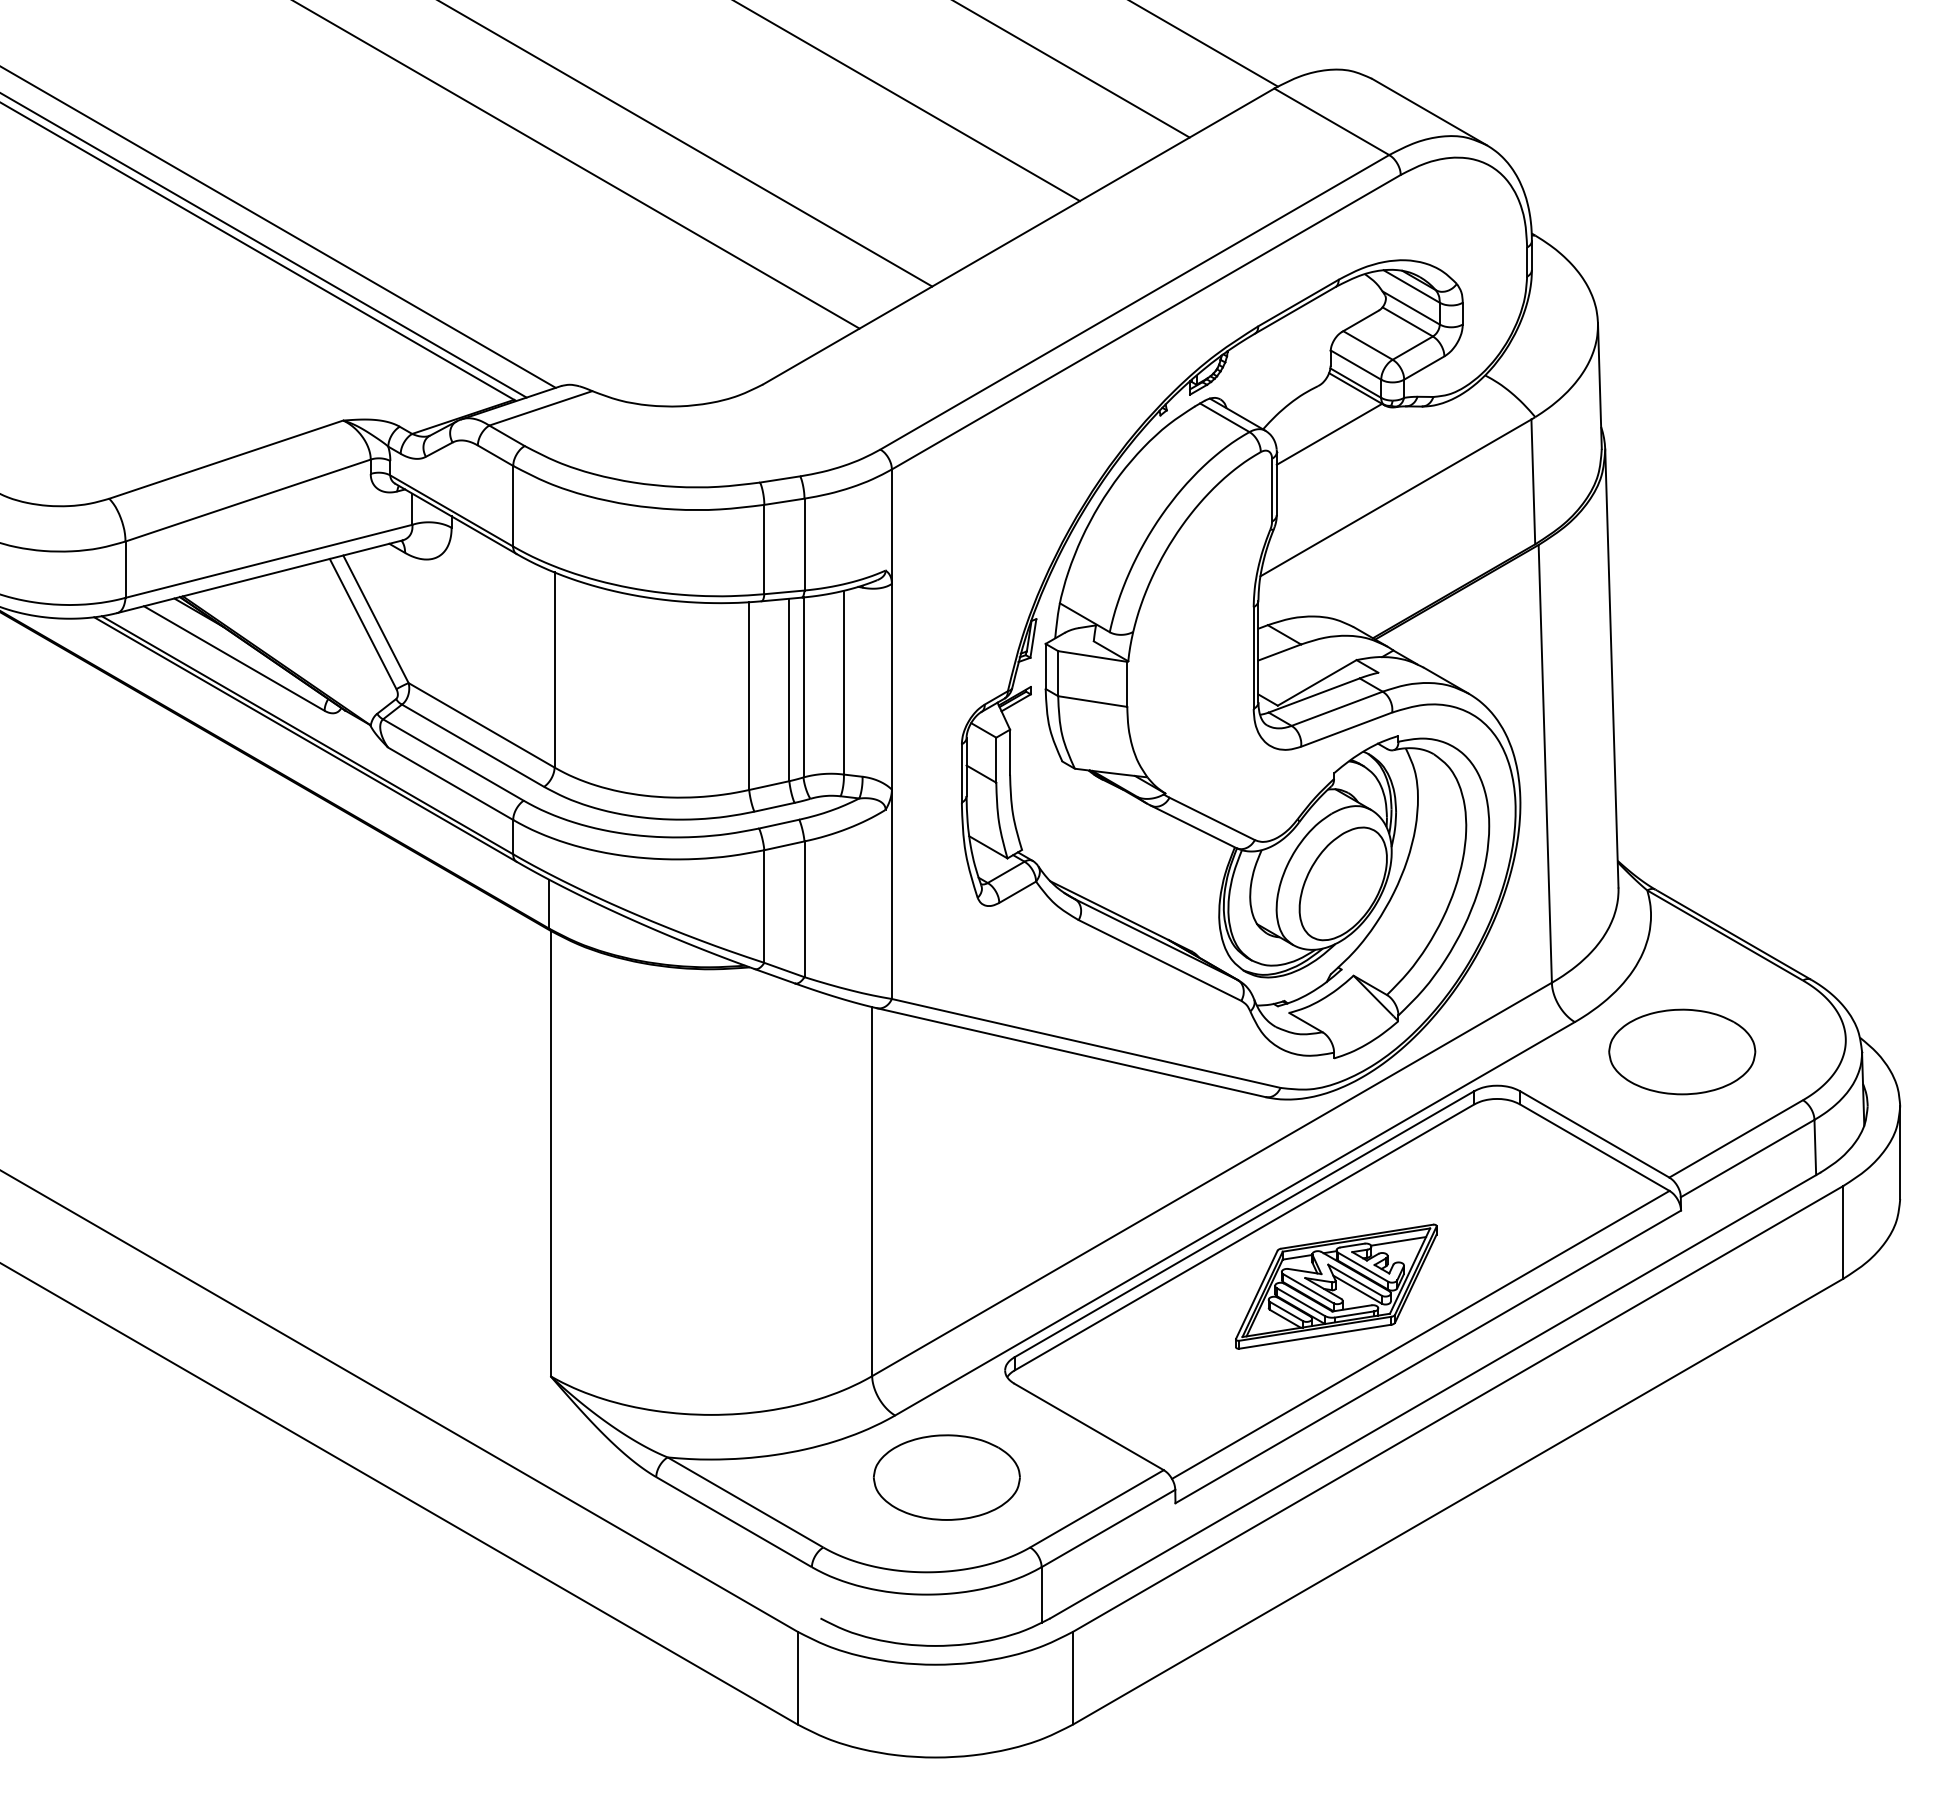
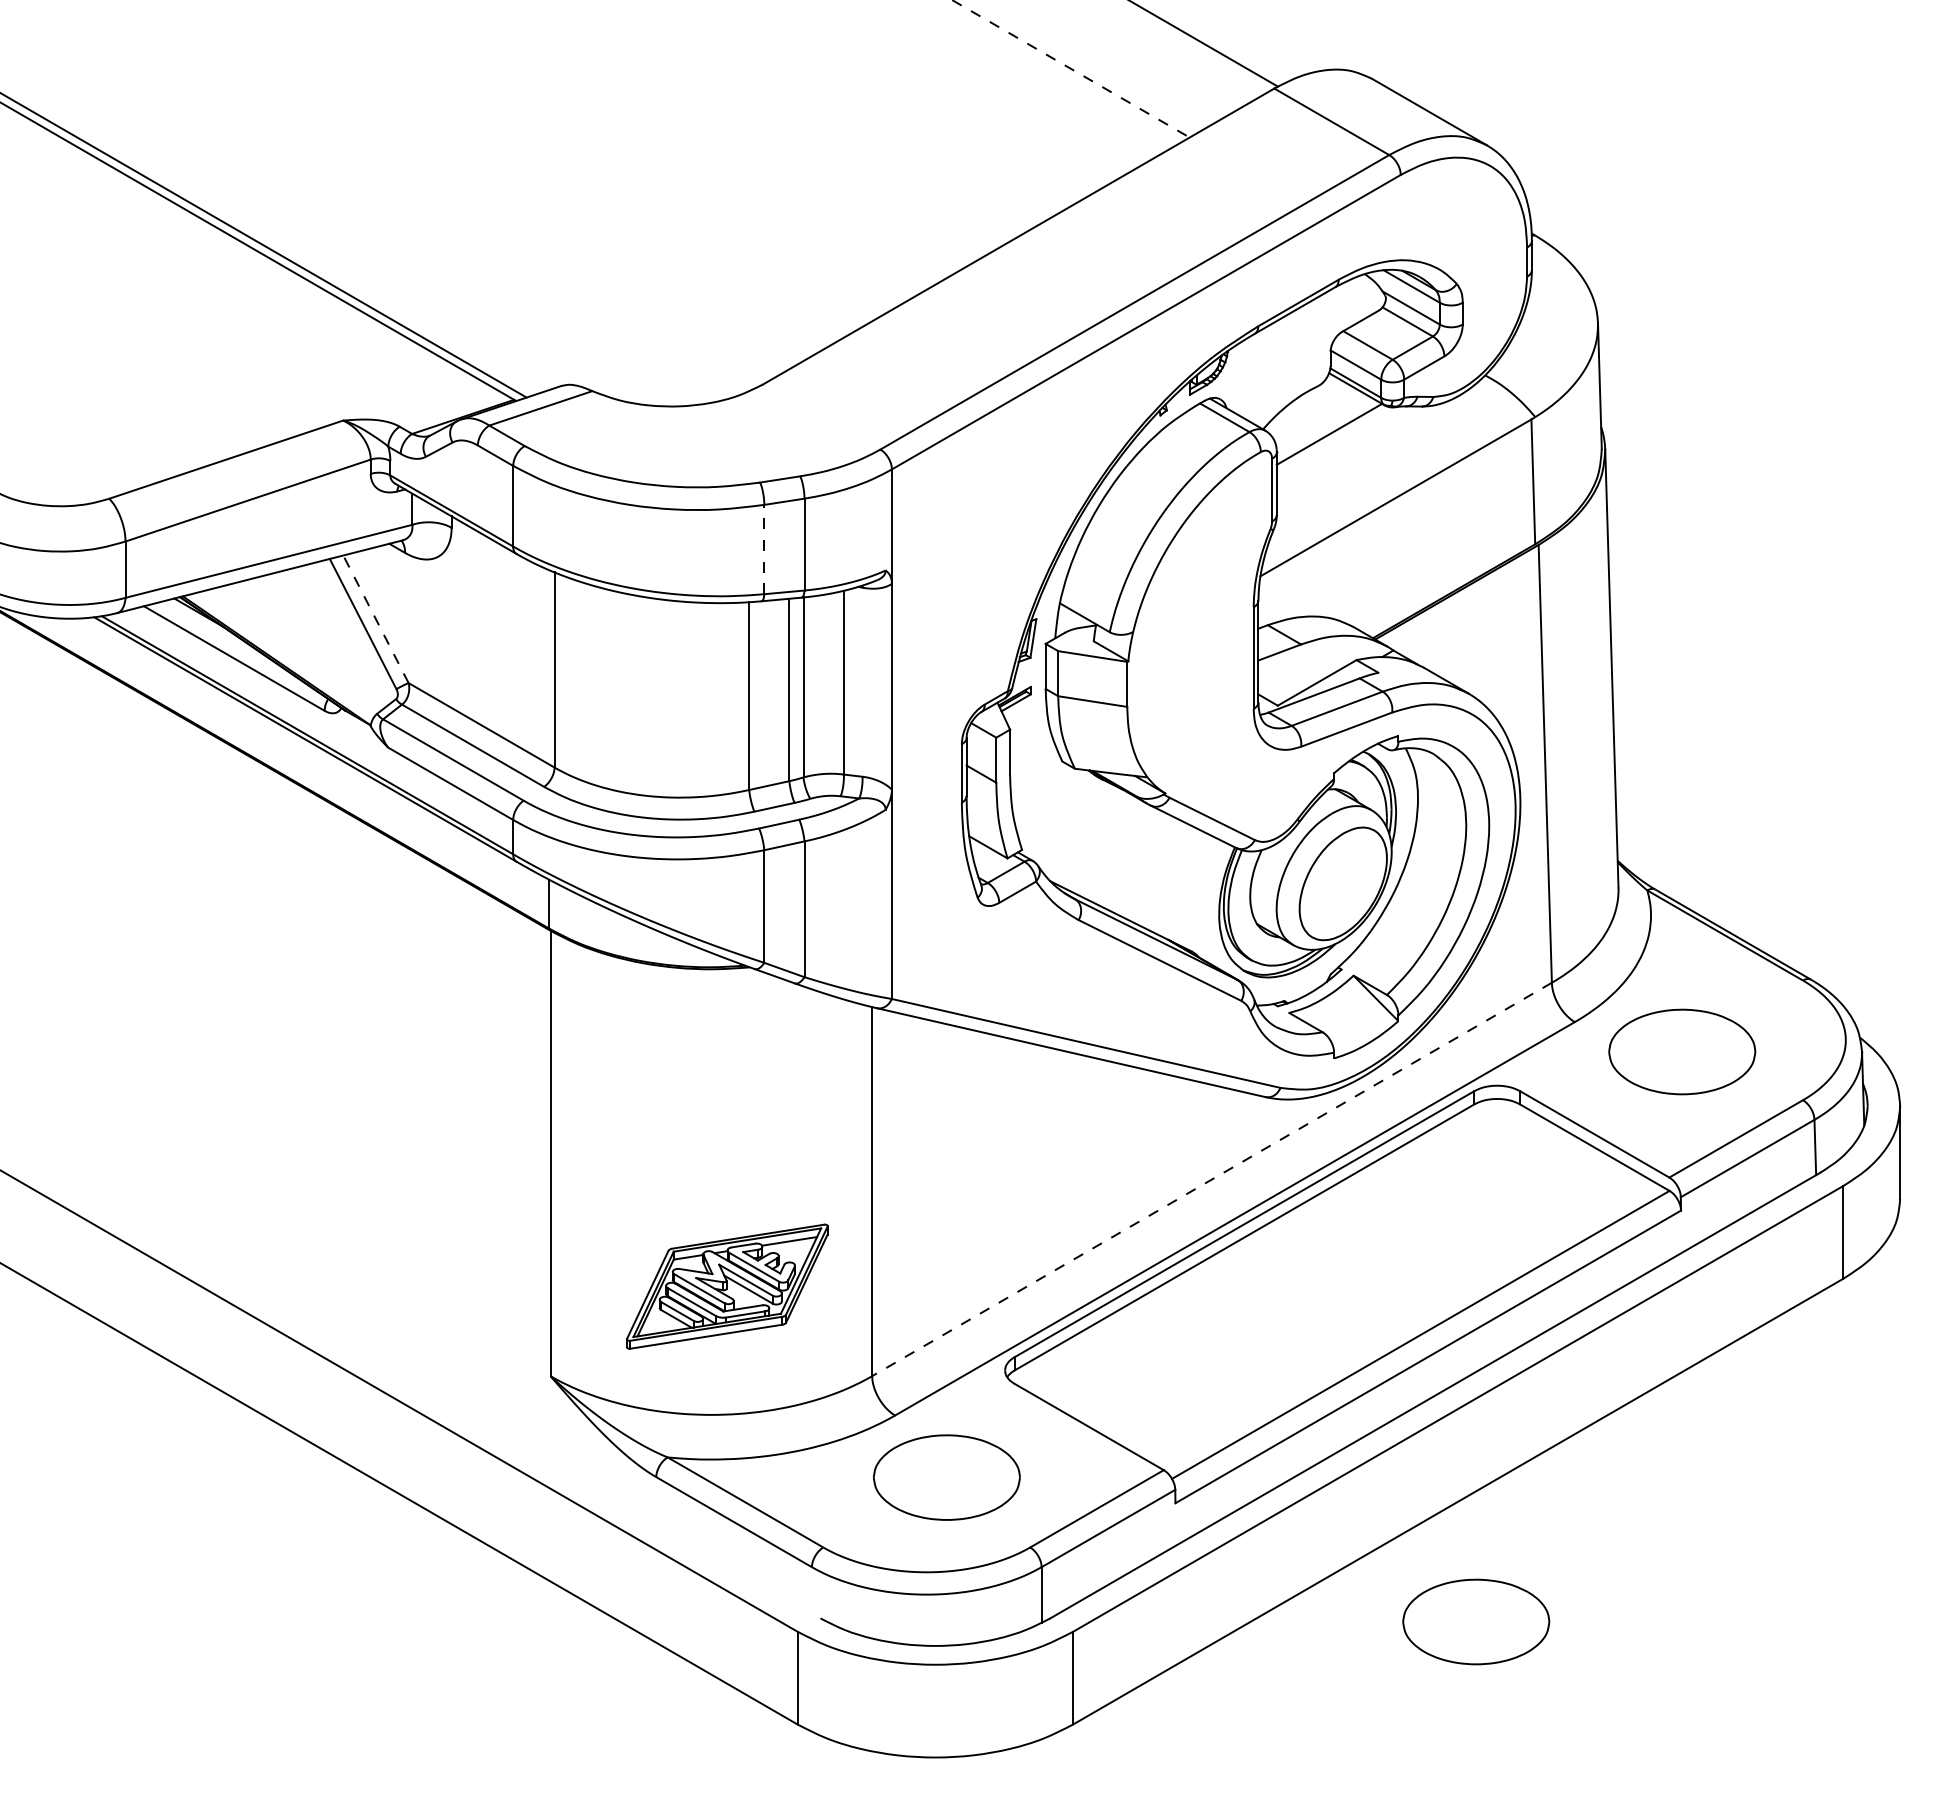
line at (1071, 68): solid -> dashed
line at (907, 101): present -> none
line at (686, 144): present -> none
line at (577, 165): present -> none
line at (278, 227): present -> none
line at (764, 549): solid -> dashed
line at (375, 619): solid -> dashed
line at (1212, 1179): solid -> dashed
part at (1336, 1286) position: (1336, 1286) -> (727, 1286)
part at (1476, 1621): none -> present
